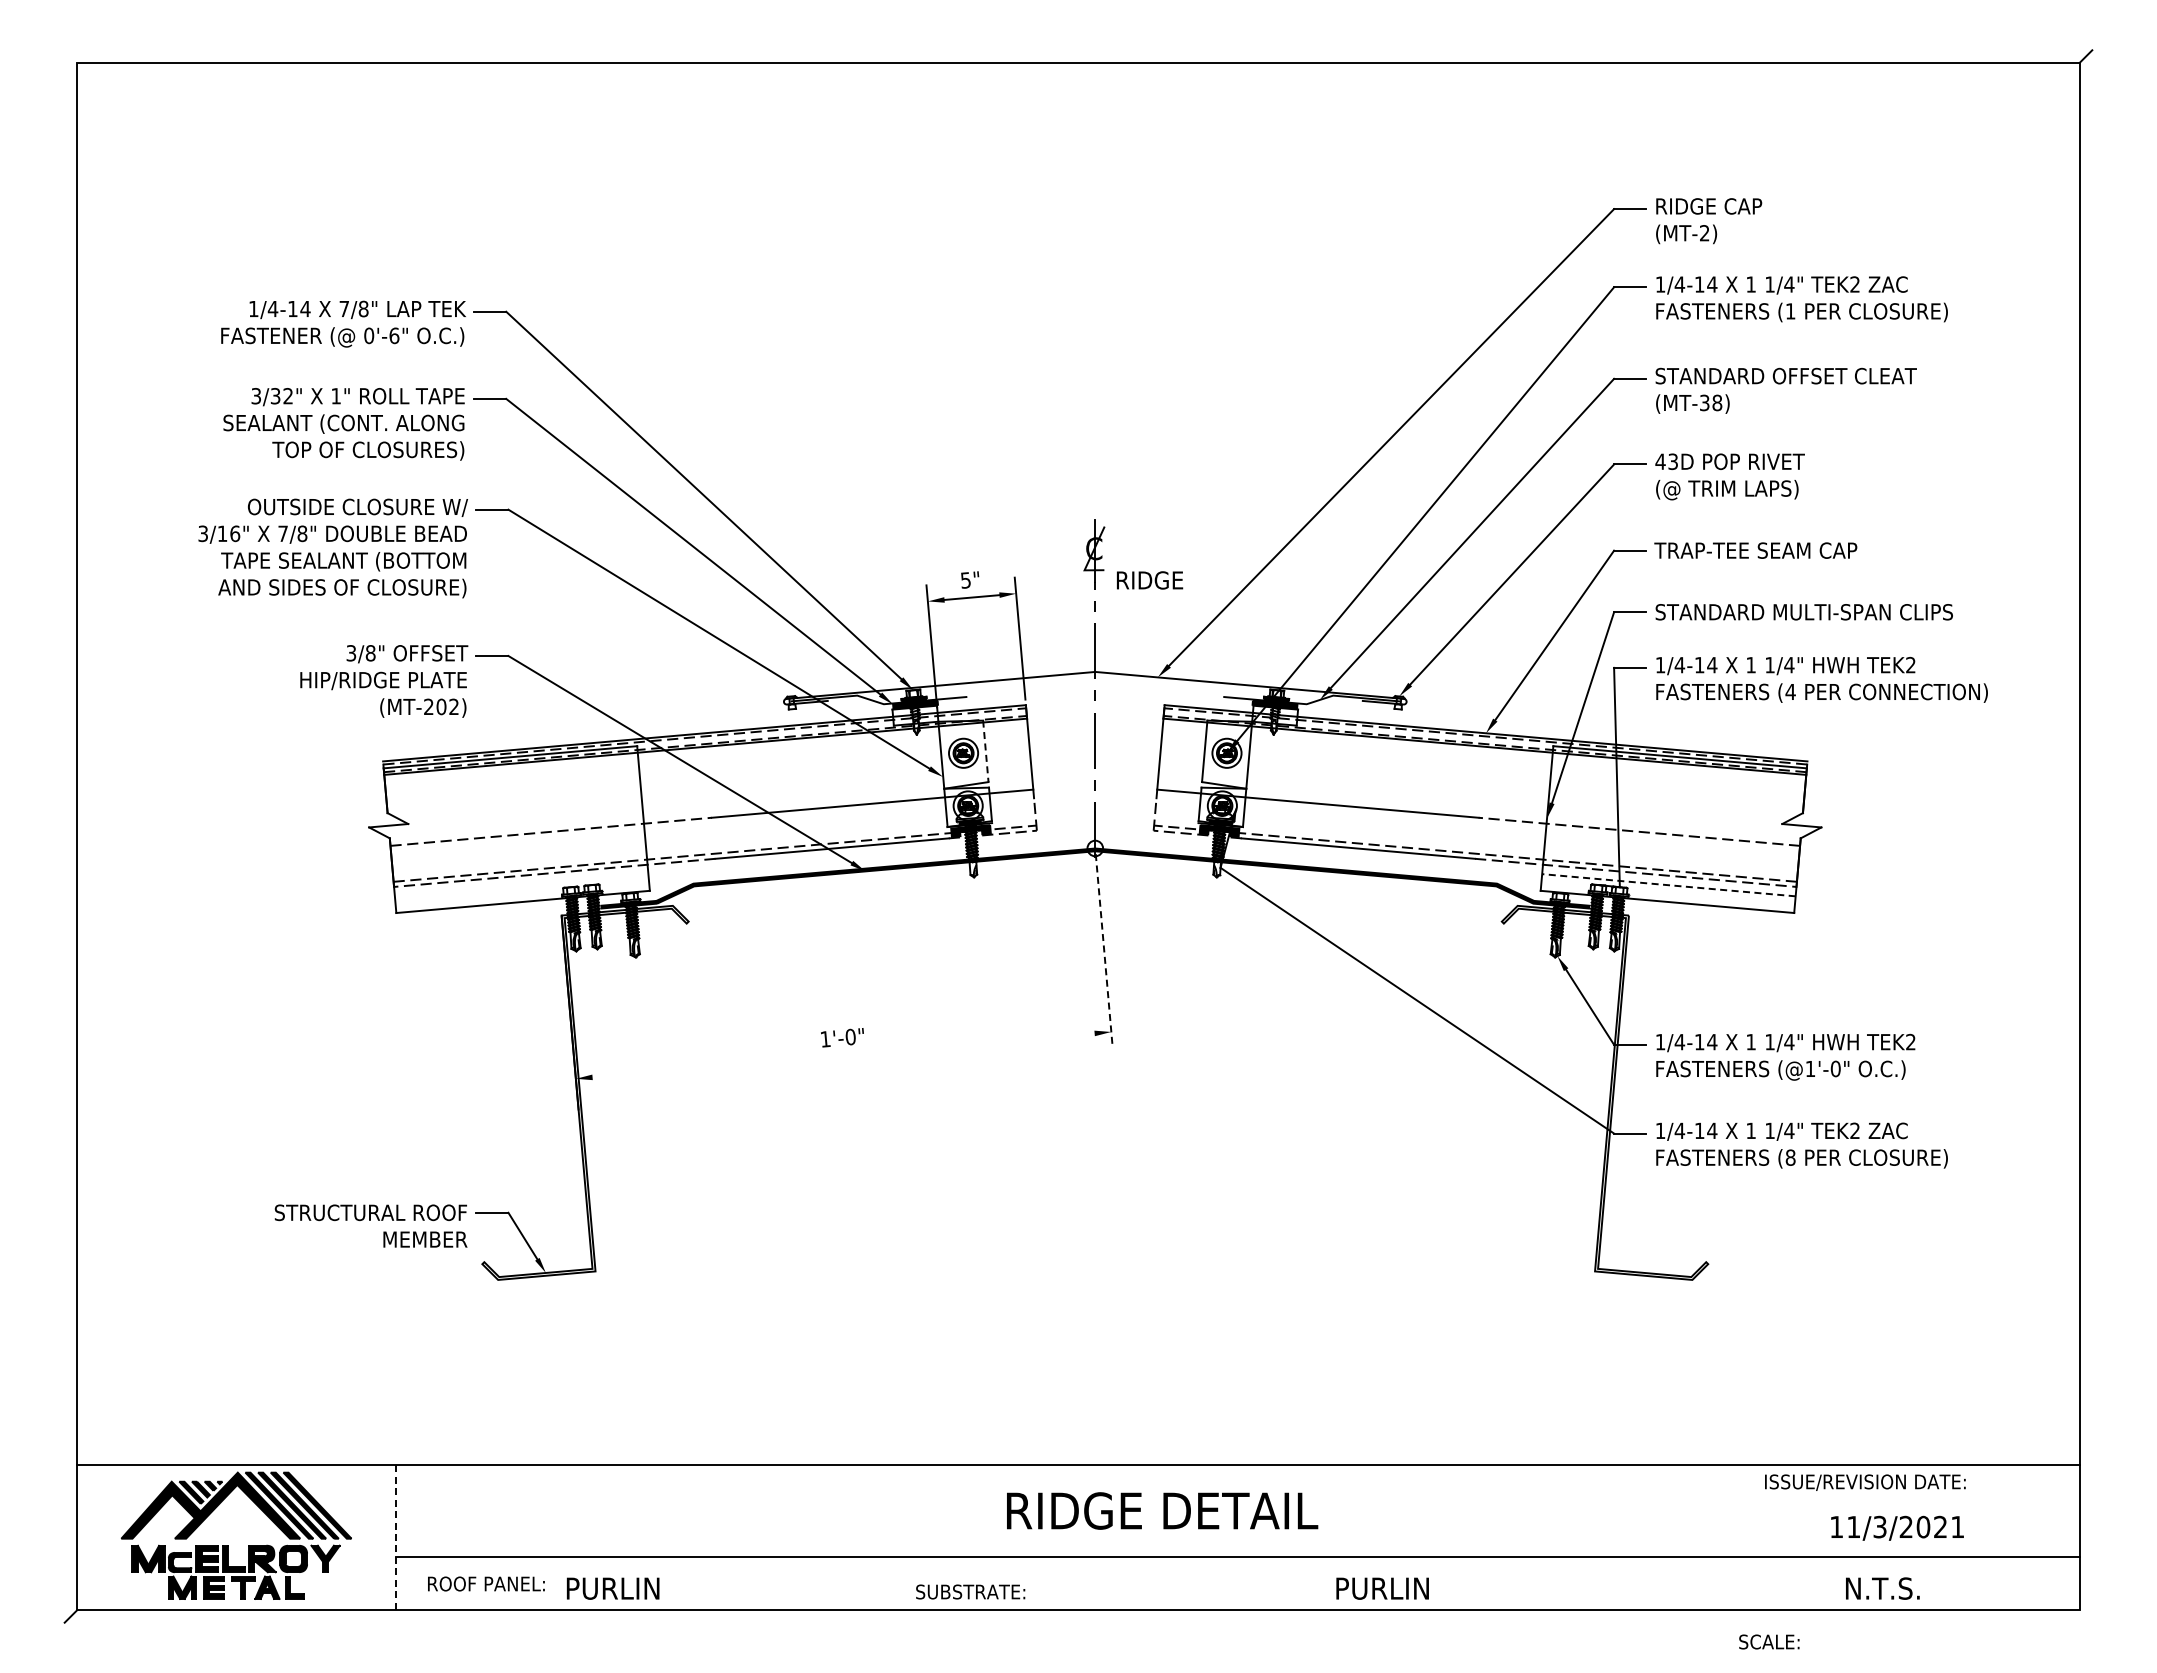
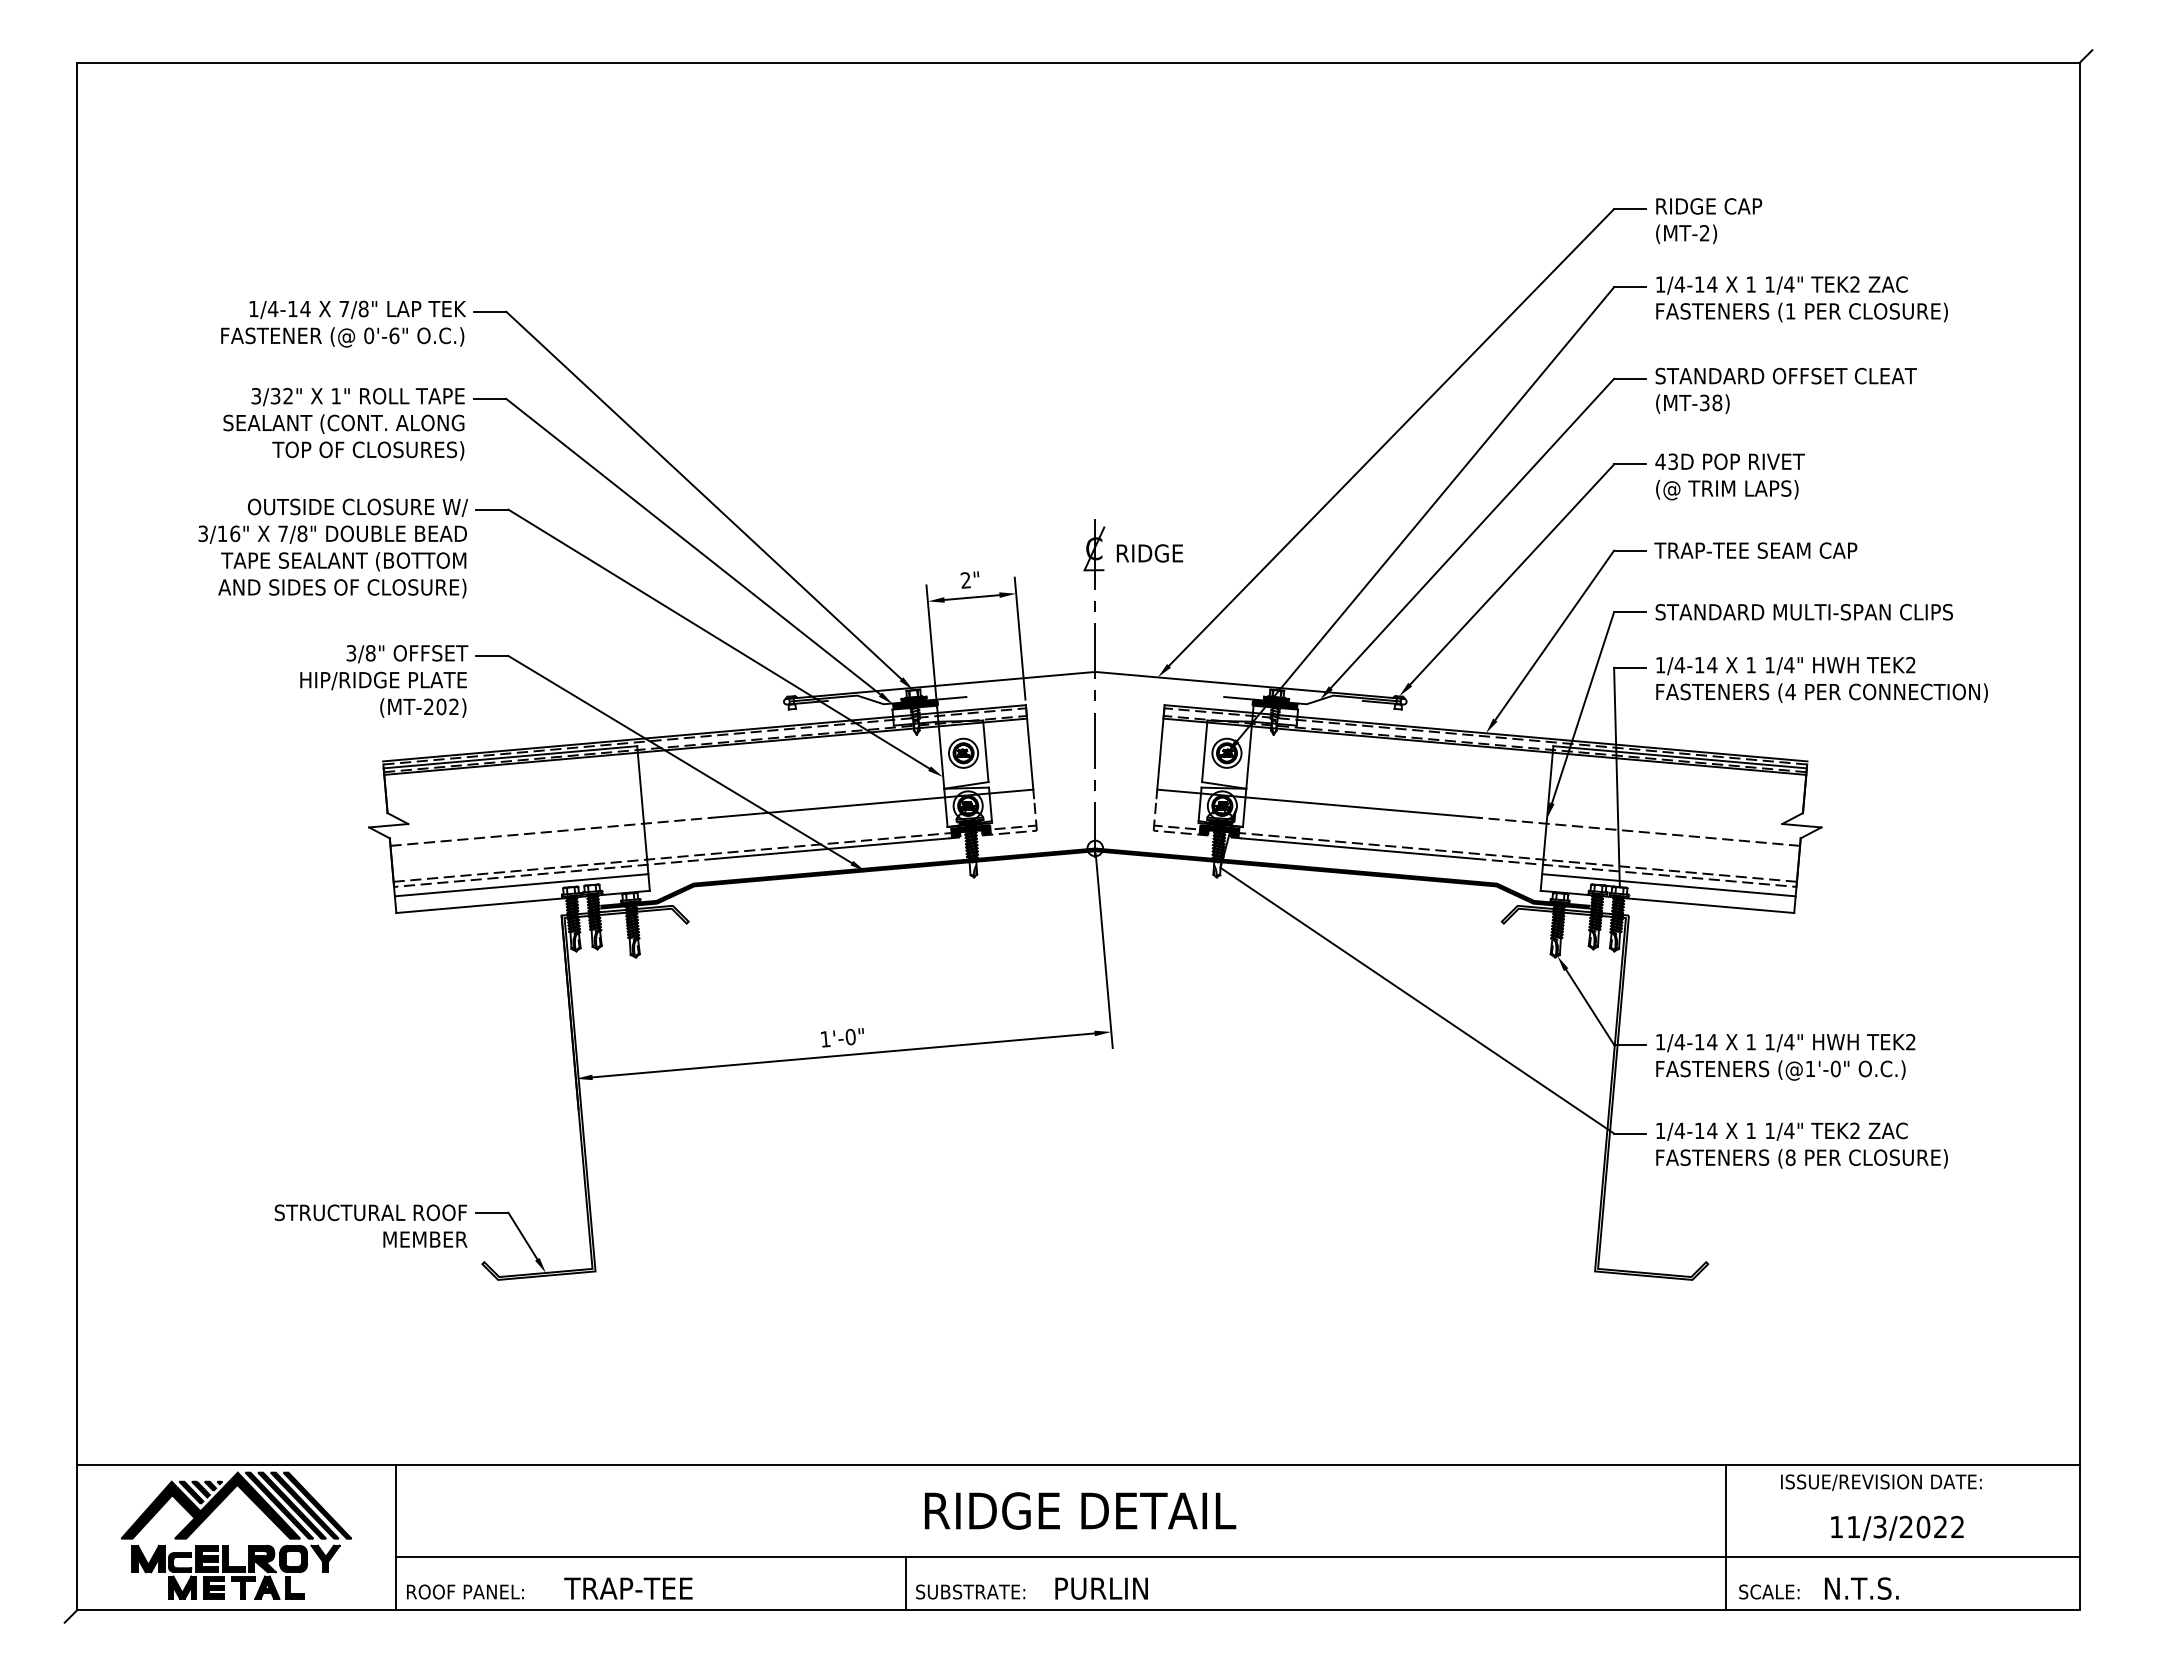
text at (965, 580): 5" -> 2"
text at (1150, 580) position: (1150, 580) -> (1150, 553)
line at (985, 751): dashed -> solid
line at (521, 885): none -> present
line at (1668, 885): dashed -> solid
line at (1104, 951): dashed -> solid
line at (843, 1055): none -> present
text at (1865, 1482) position: (1865, 1482) -> (1881, 1482)
text at (1162, 1510) position: (1162, 1510) -> (1080, 1510)
text at (1957, 1526): 11/3/2021 -> 11/3/2022
line at (395, 1537): dashed -> solid
line at (1726, 1537): none -> present
text at (486, 1583) position: (486, 1583) -> (465, 1591)
line at (905, 1583): none -> present
text at (628, 1588): PURLIN -> TRAP-TEE
text at (1382, 1588) position: (1382, 1588) -> (1101, 1588)
text at (1882, 1588) position: (1882, 1588) -> (1861, 1588)
text at (1769, 1641) position: (1769, 1641) -> (1769, 1591)
